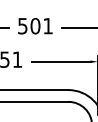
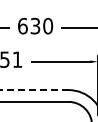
text at (35, 25): 501 -> 630
line at (34, 90): solid -> dashed
